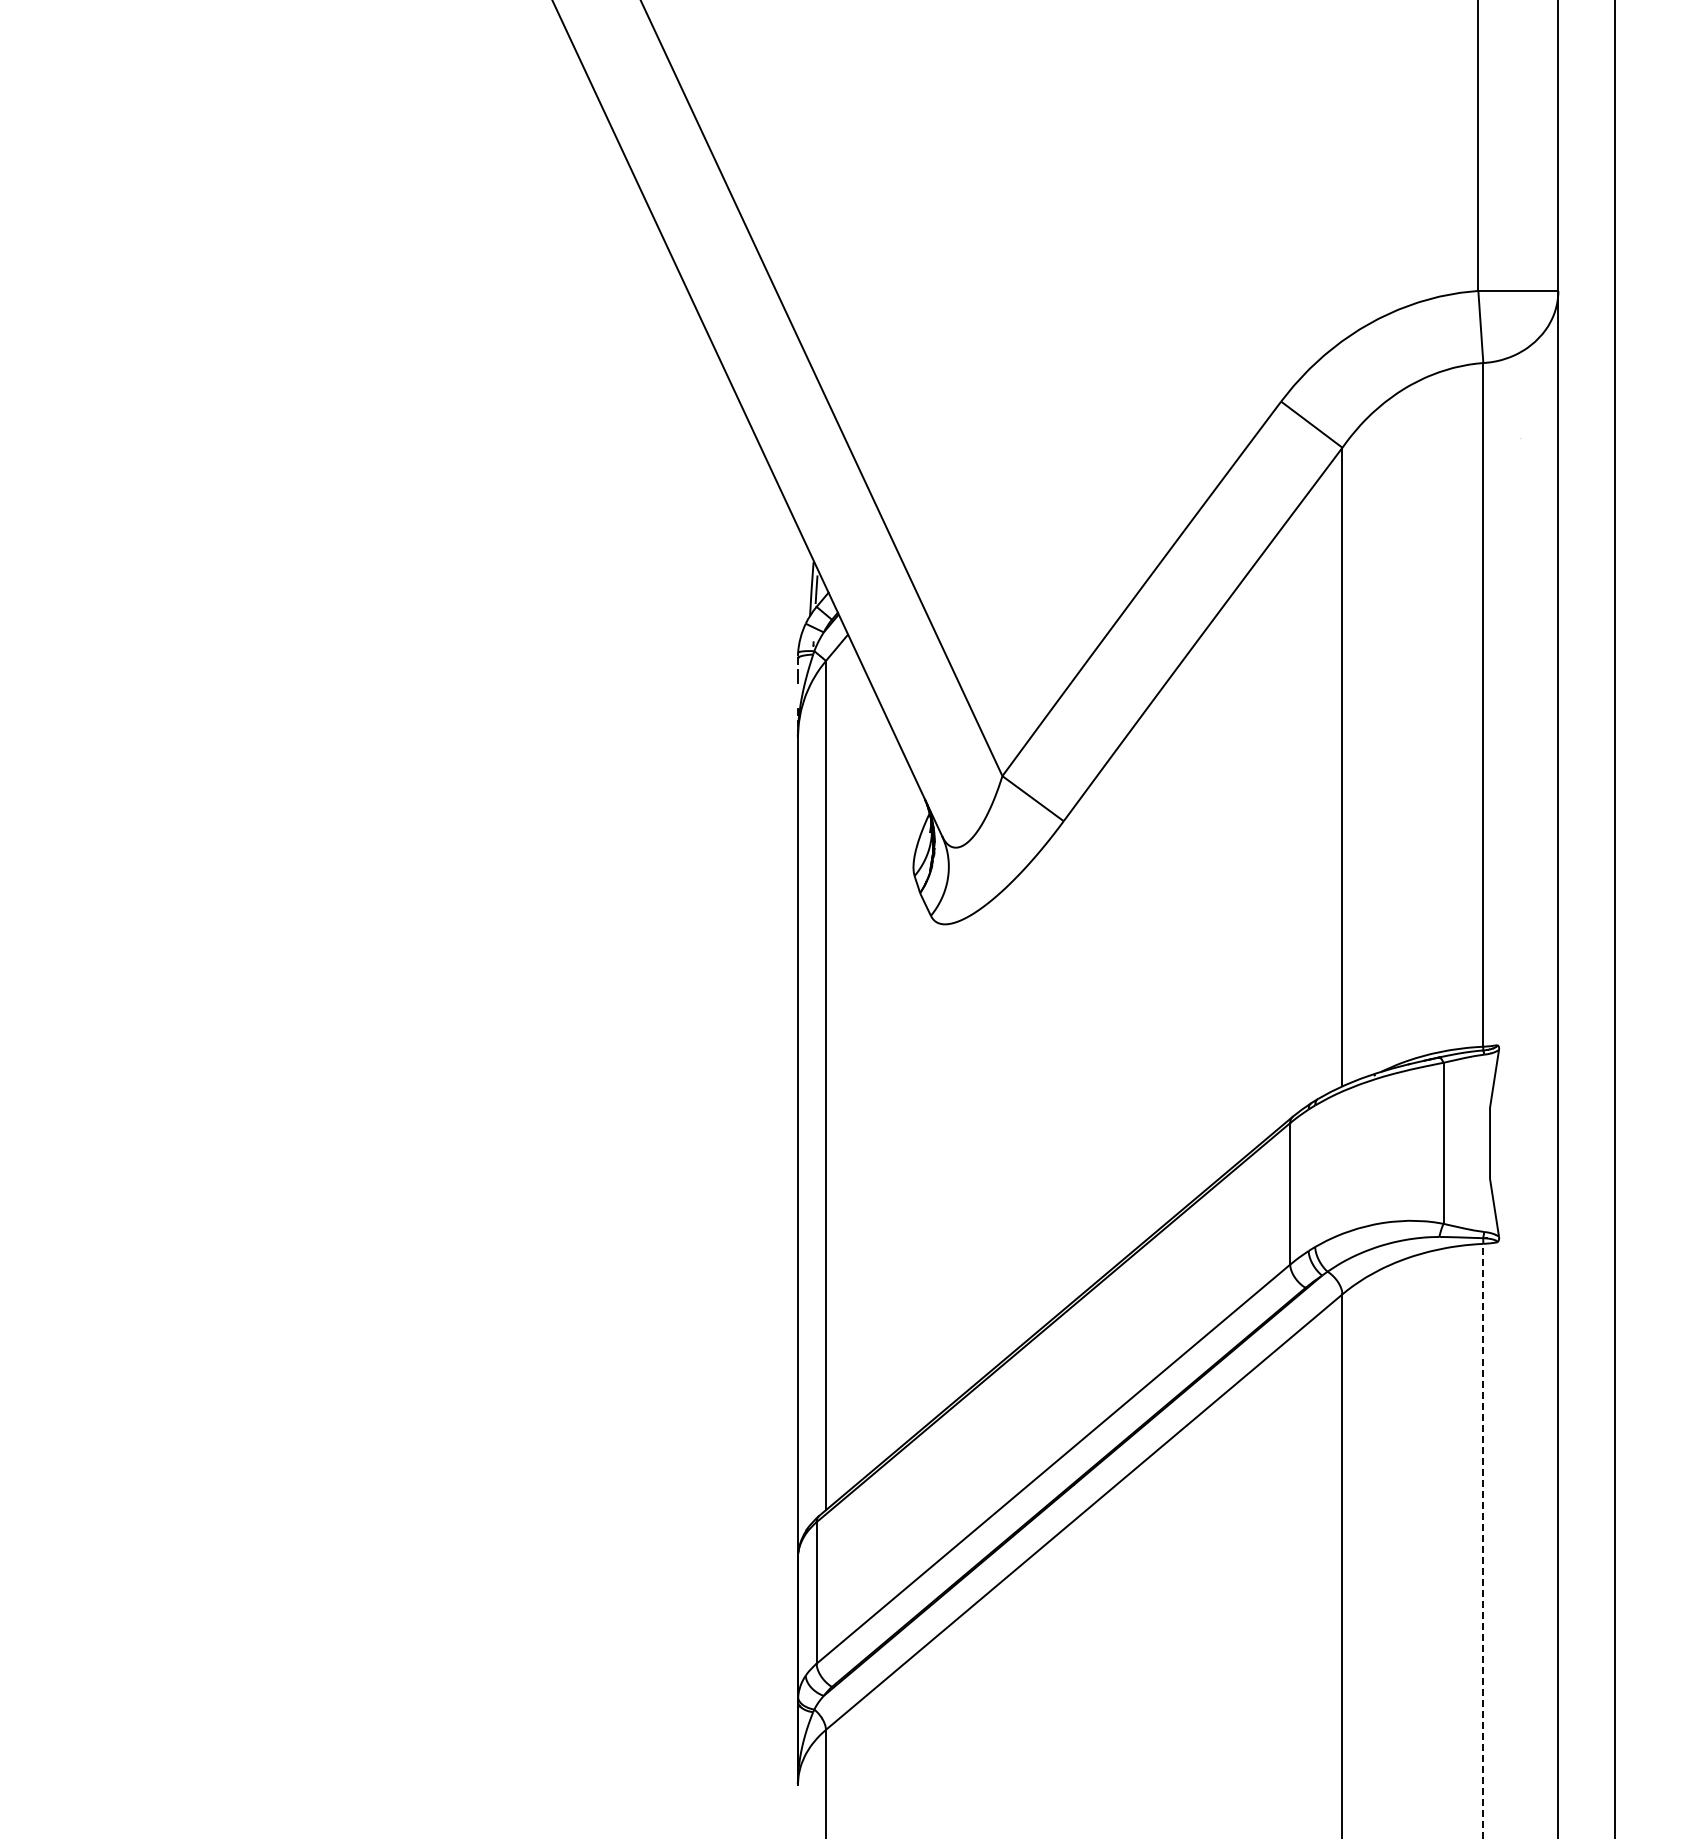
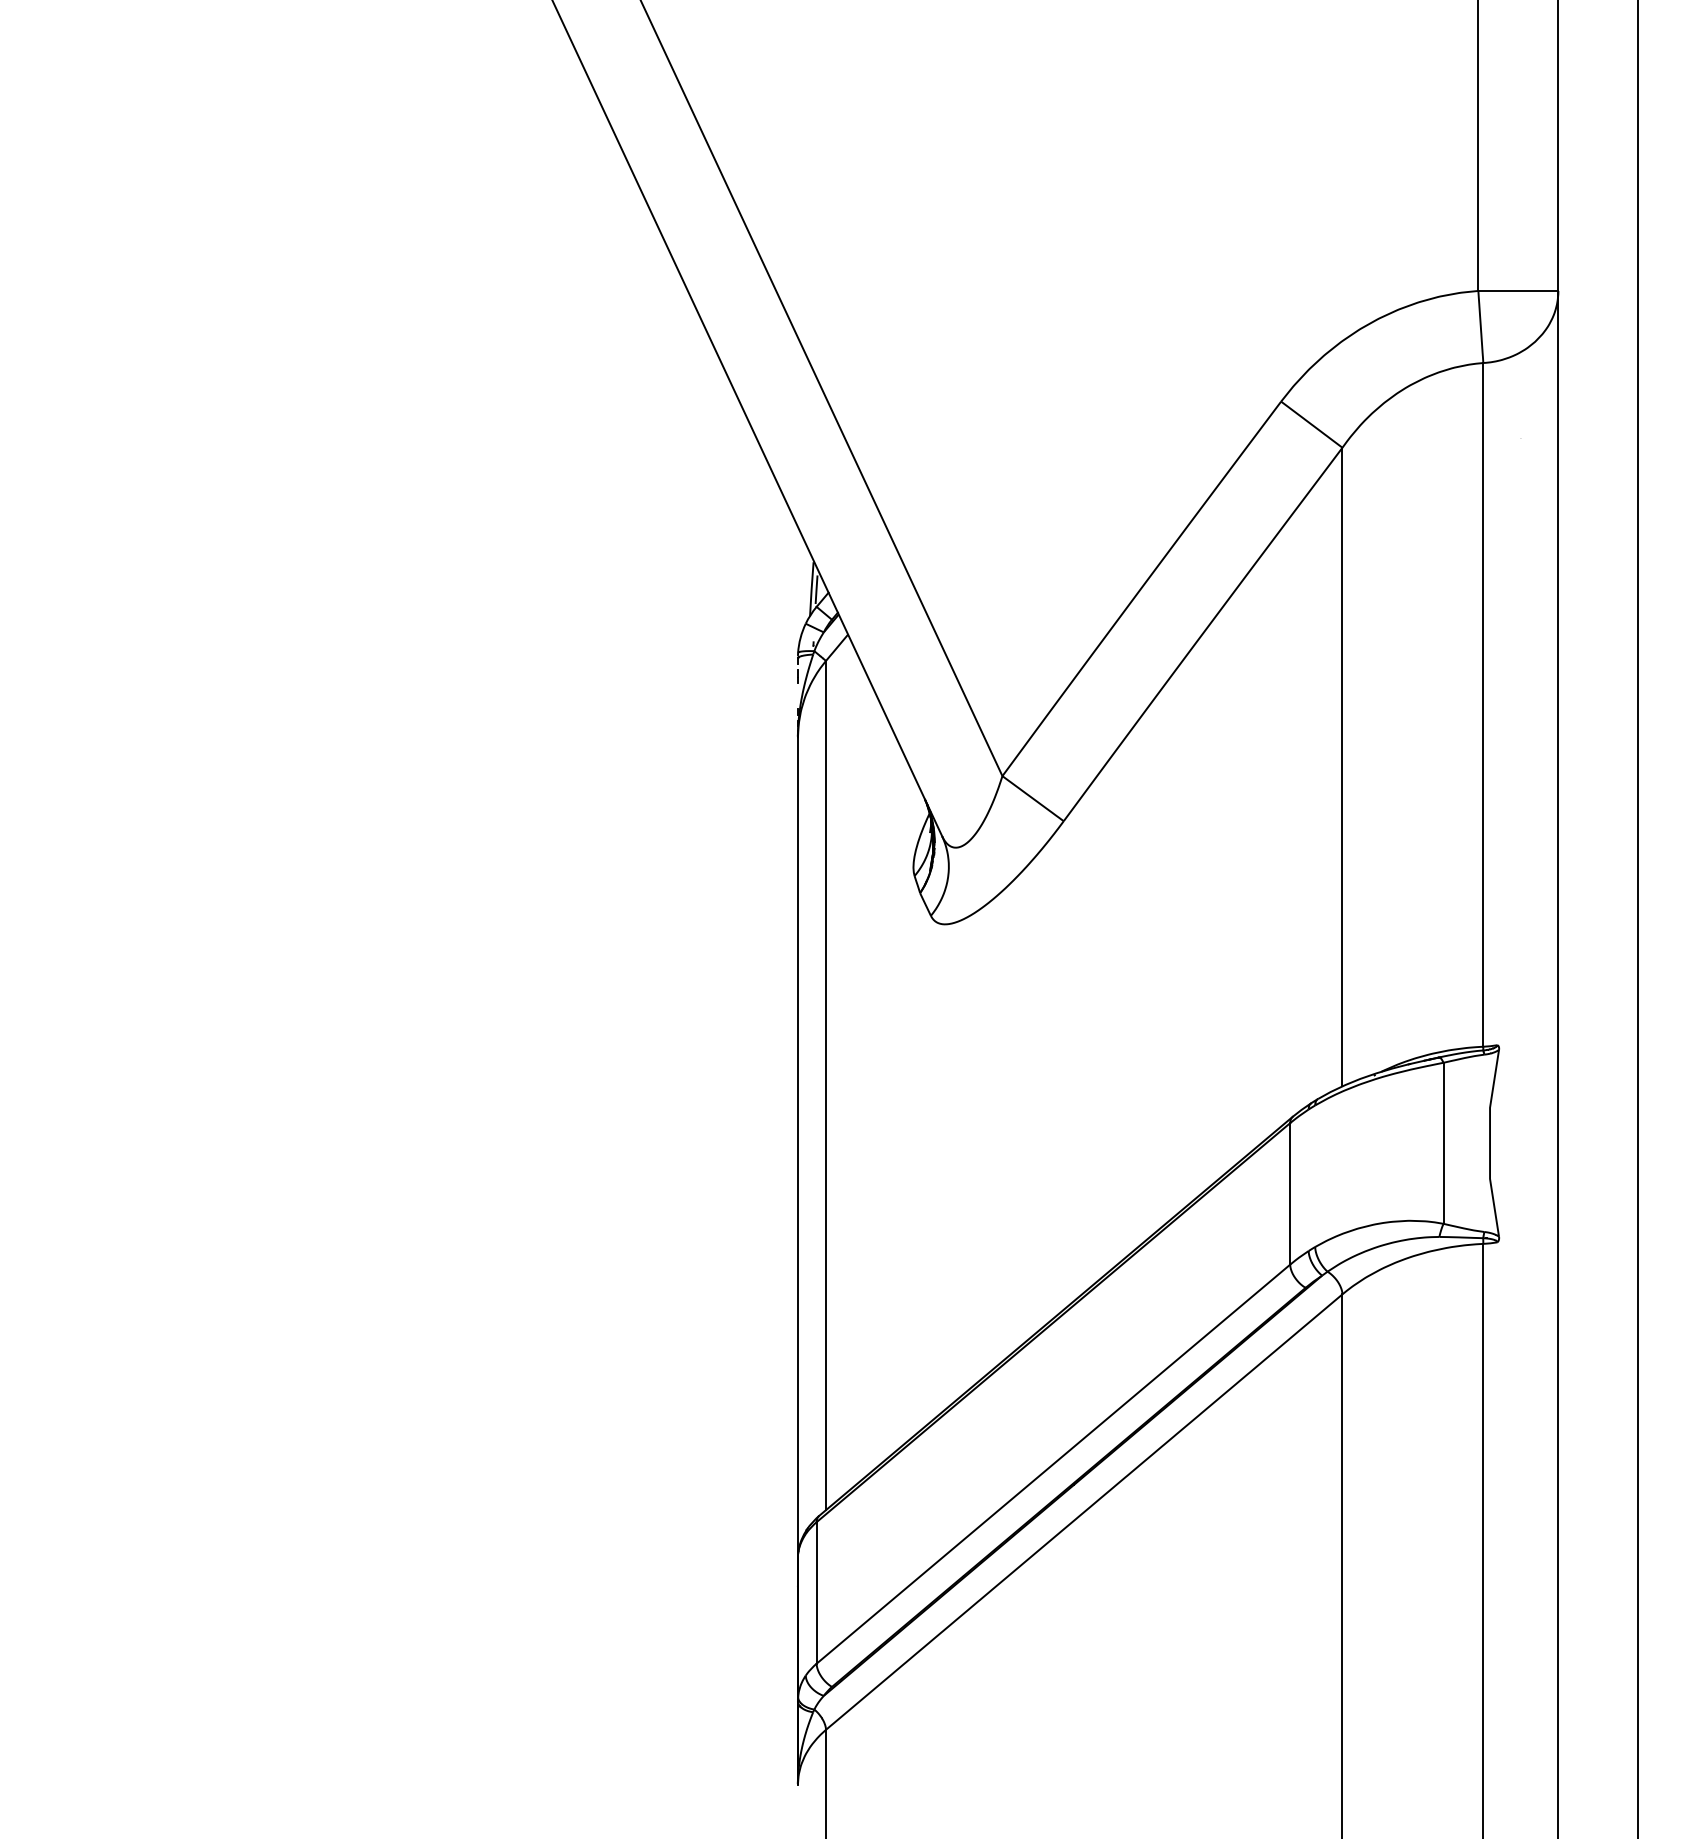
line at (1615, 918) position: (1615, 918) -> (1638, 918)
line at (1483, 1540): dashed -> solid
